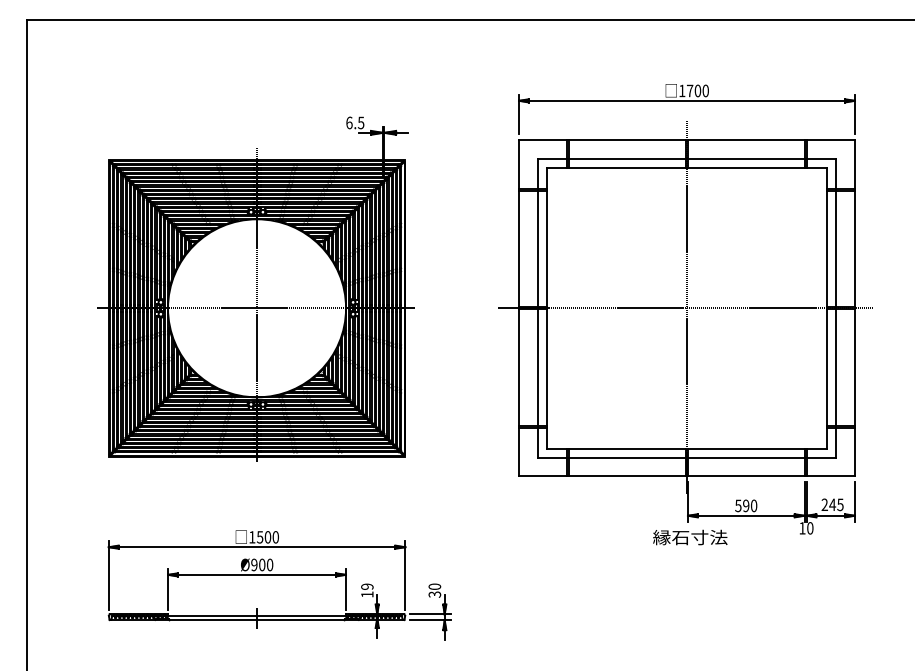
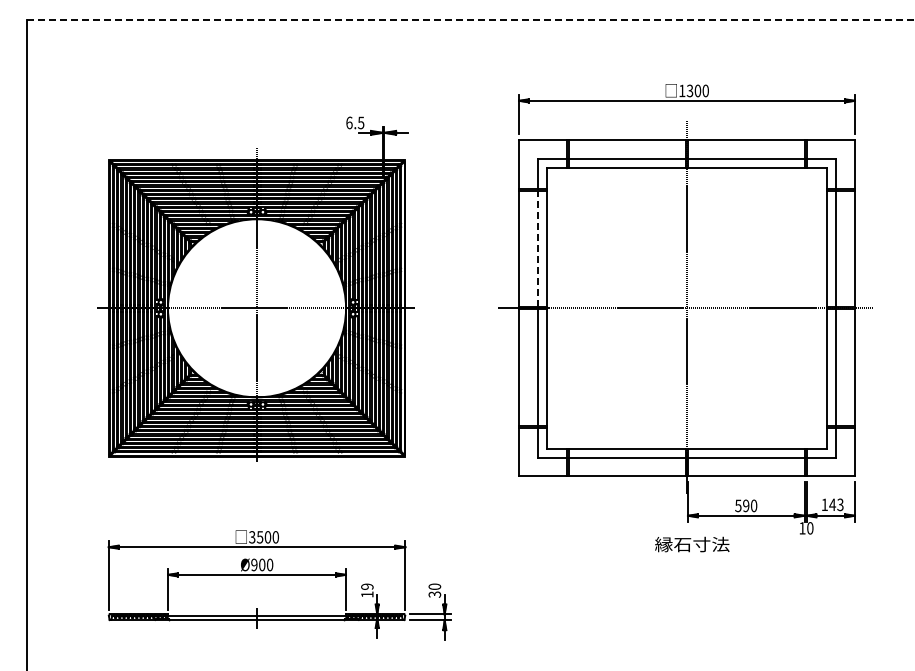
line at (471, 20): solid -> dashed
text at (689, 90): 1700 -> 1300
line at (537, 248): solid -> dashed
text at (832, 504): 245 -> 143
text at (252, 537): 1500 -> 3500
text at (690, 537) position: (690, 537) -> (692, 544)
